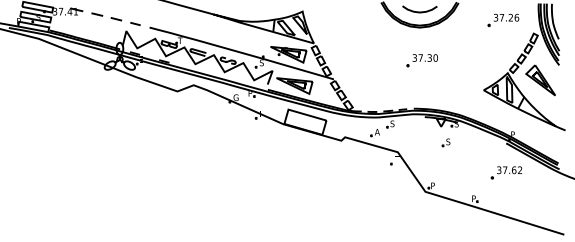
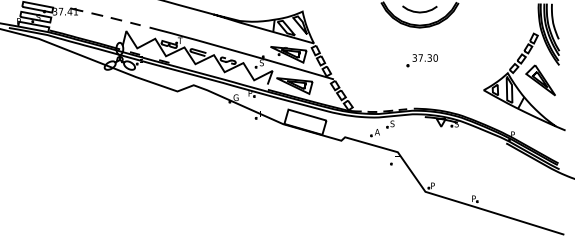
part at (503, 19): present -> none
part at (445, 142): present -> none
part at (506, 172): present -> none
